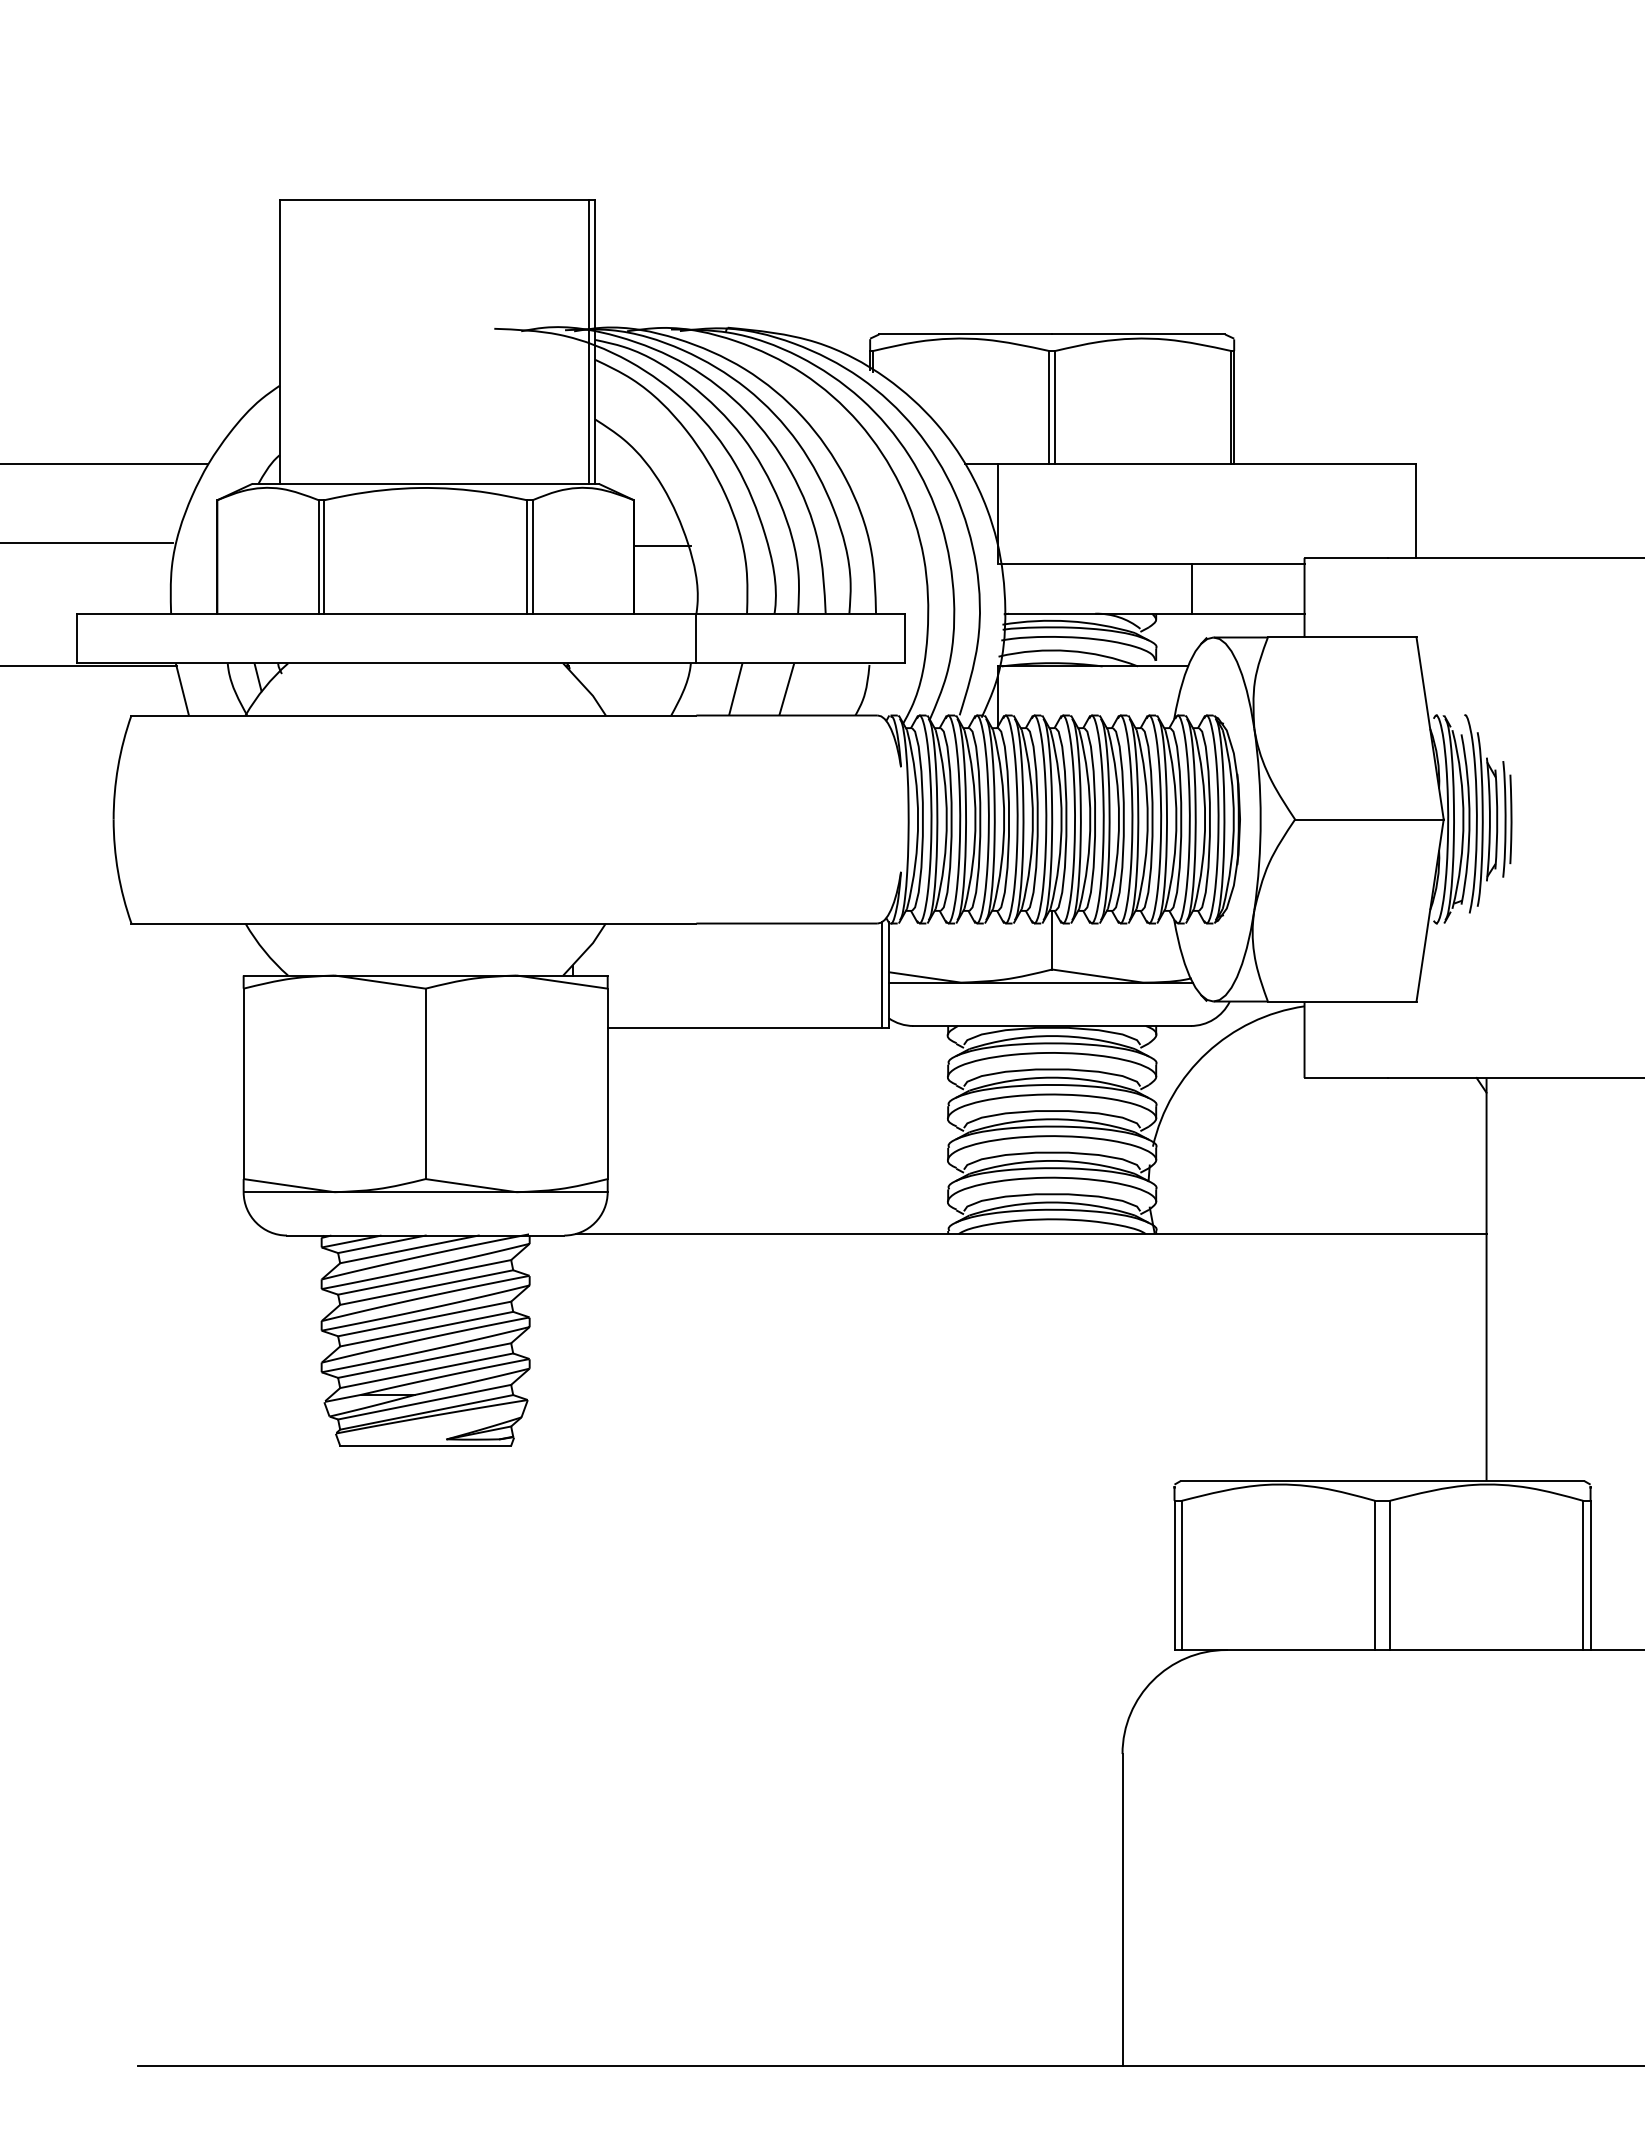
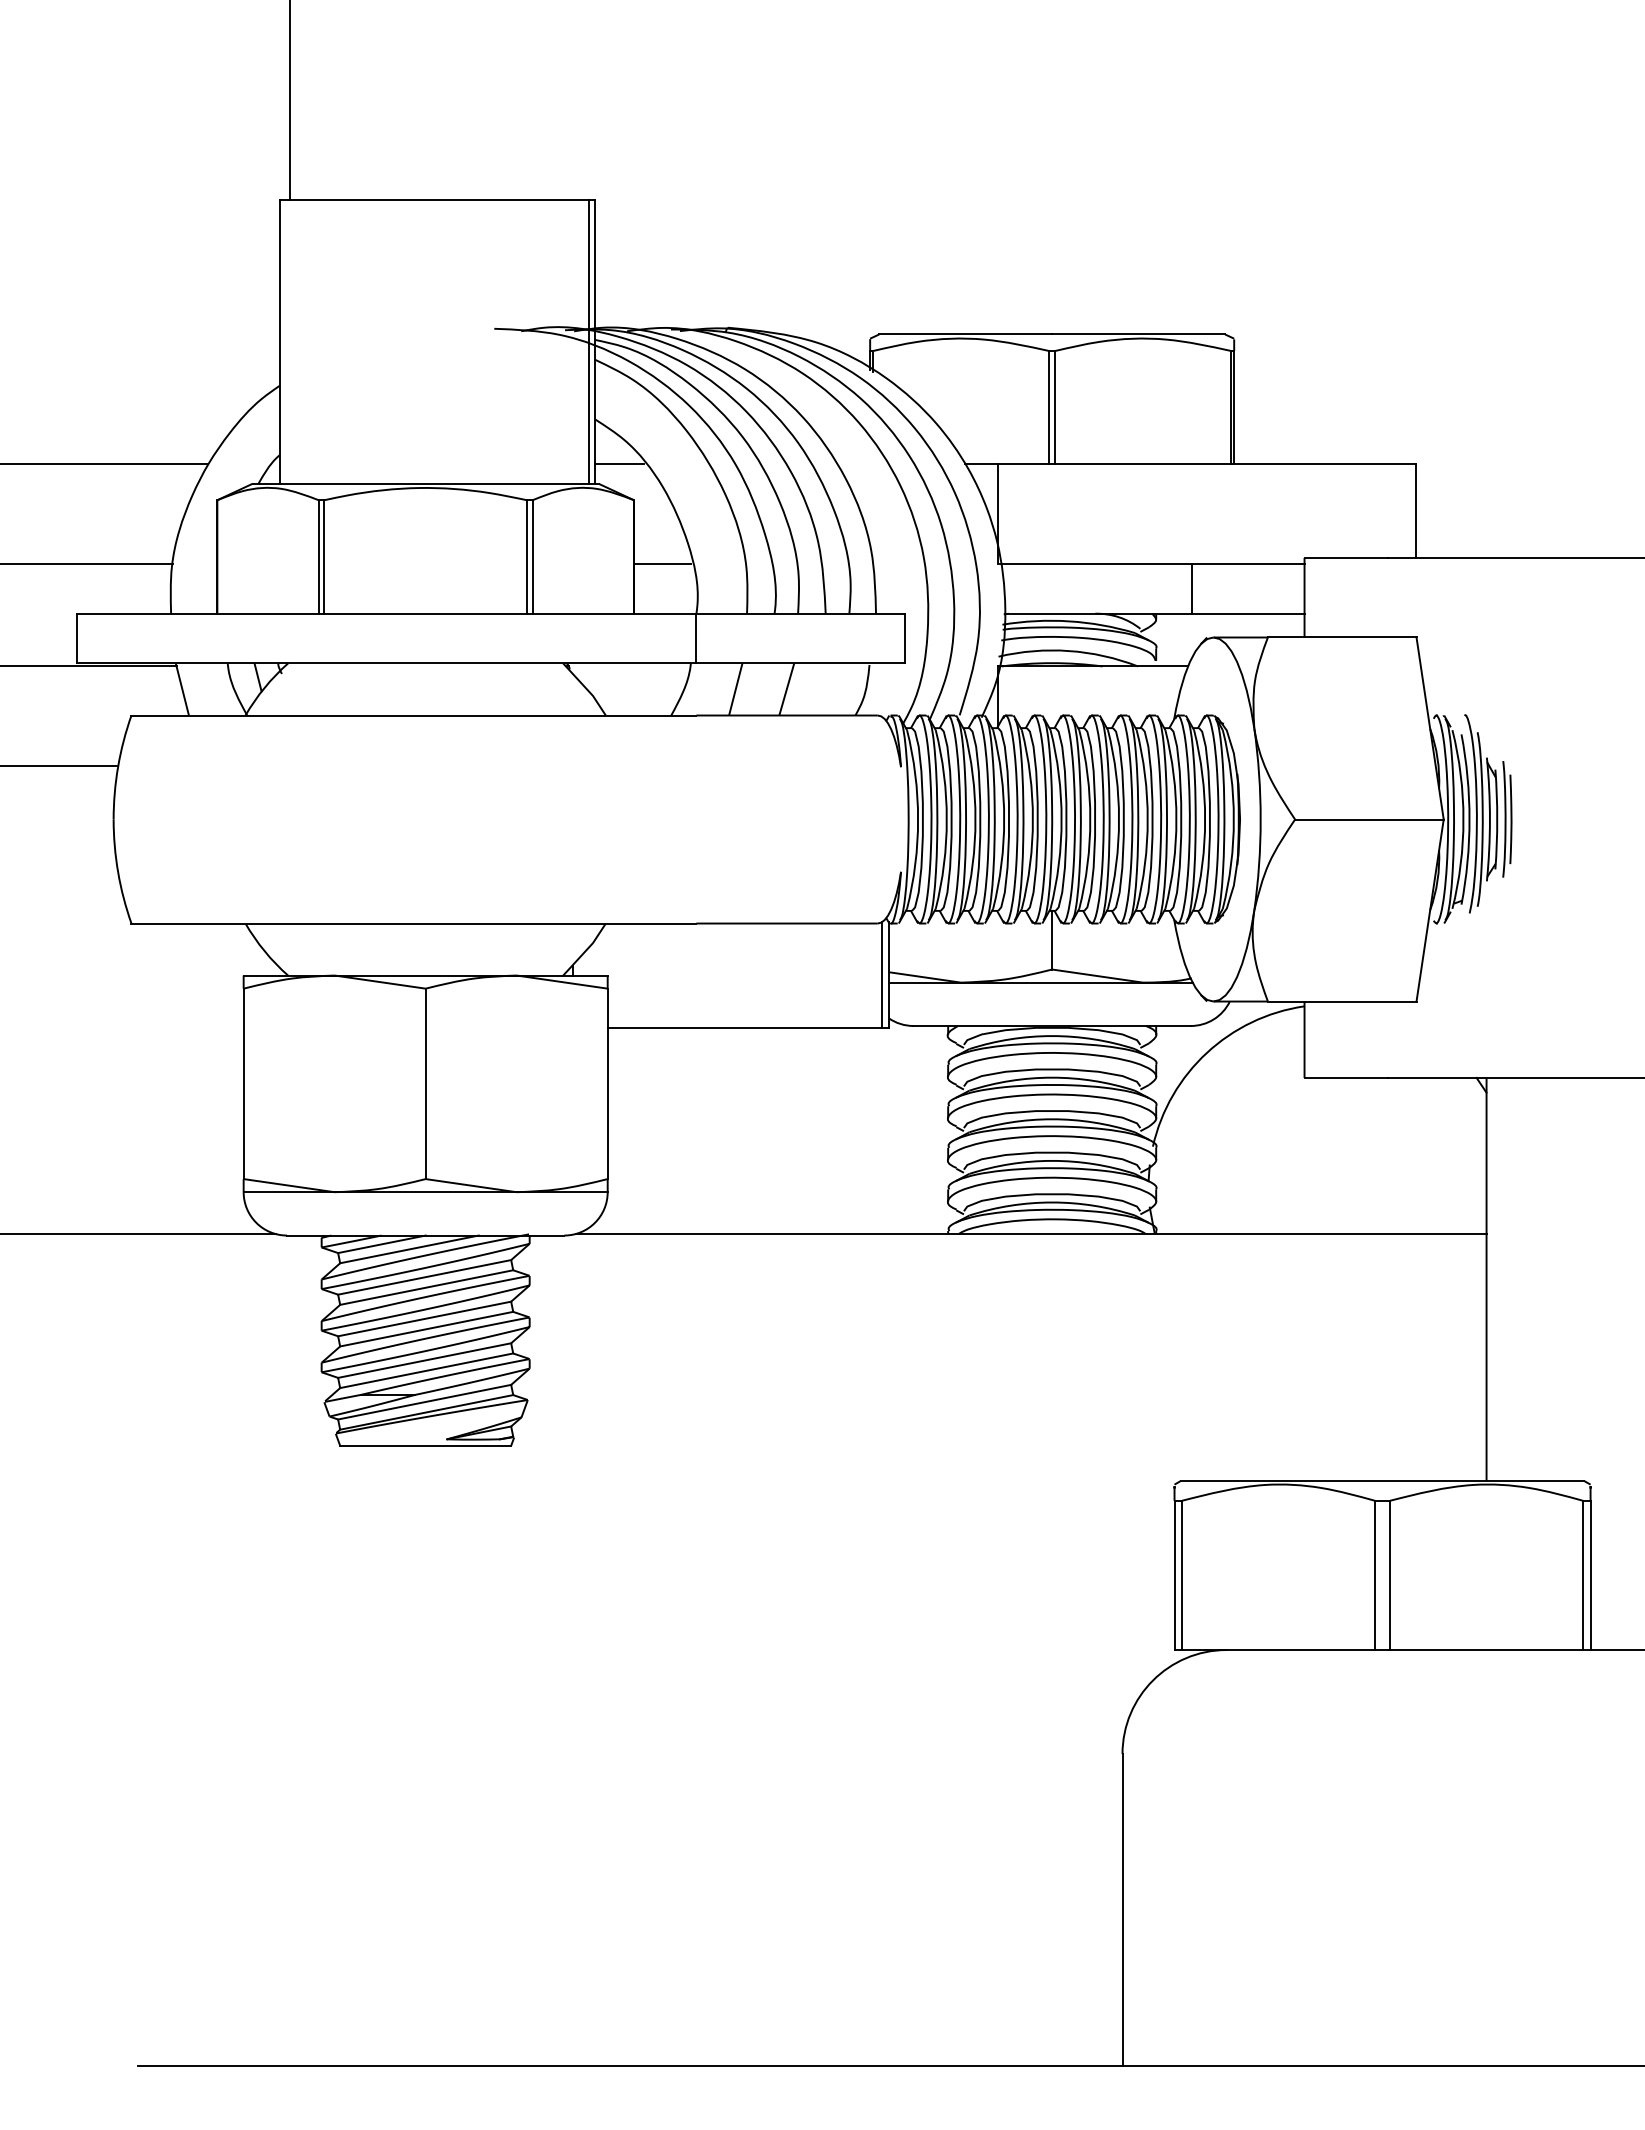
line at (290, 100): none -> present
line at (619, 464): none -> present
line at (87, 542) position: (87, 542) -> (87, 563)
line at (662, 545) position: (662, 545) -> (662, 563)
line at (60, 765): none -> present
line at (138, 1234): none -> present
